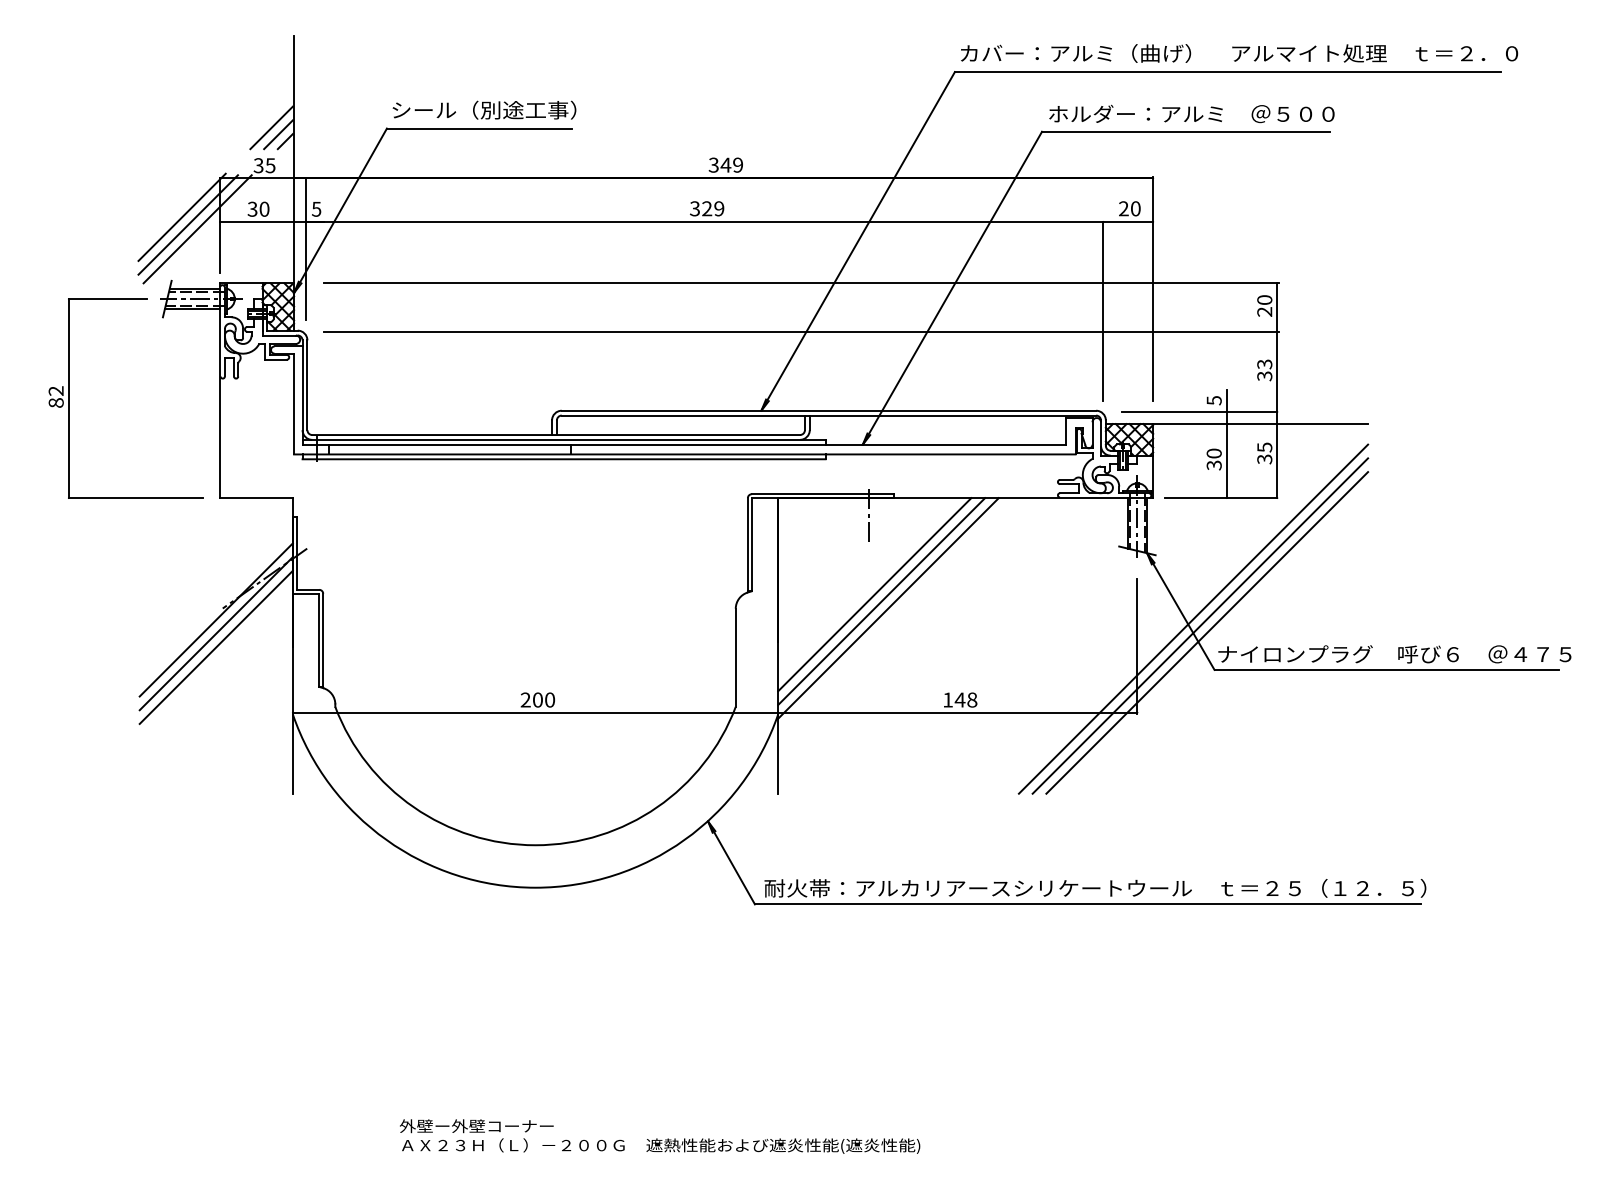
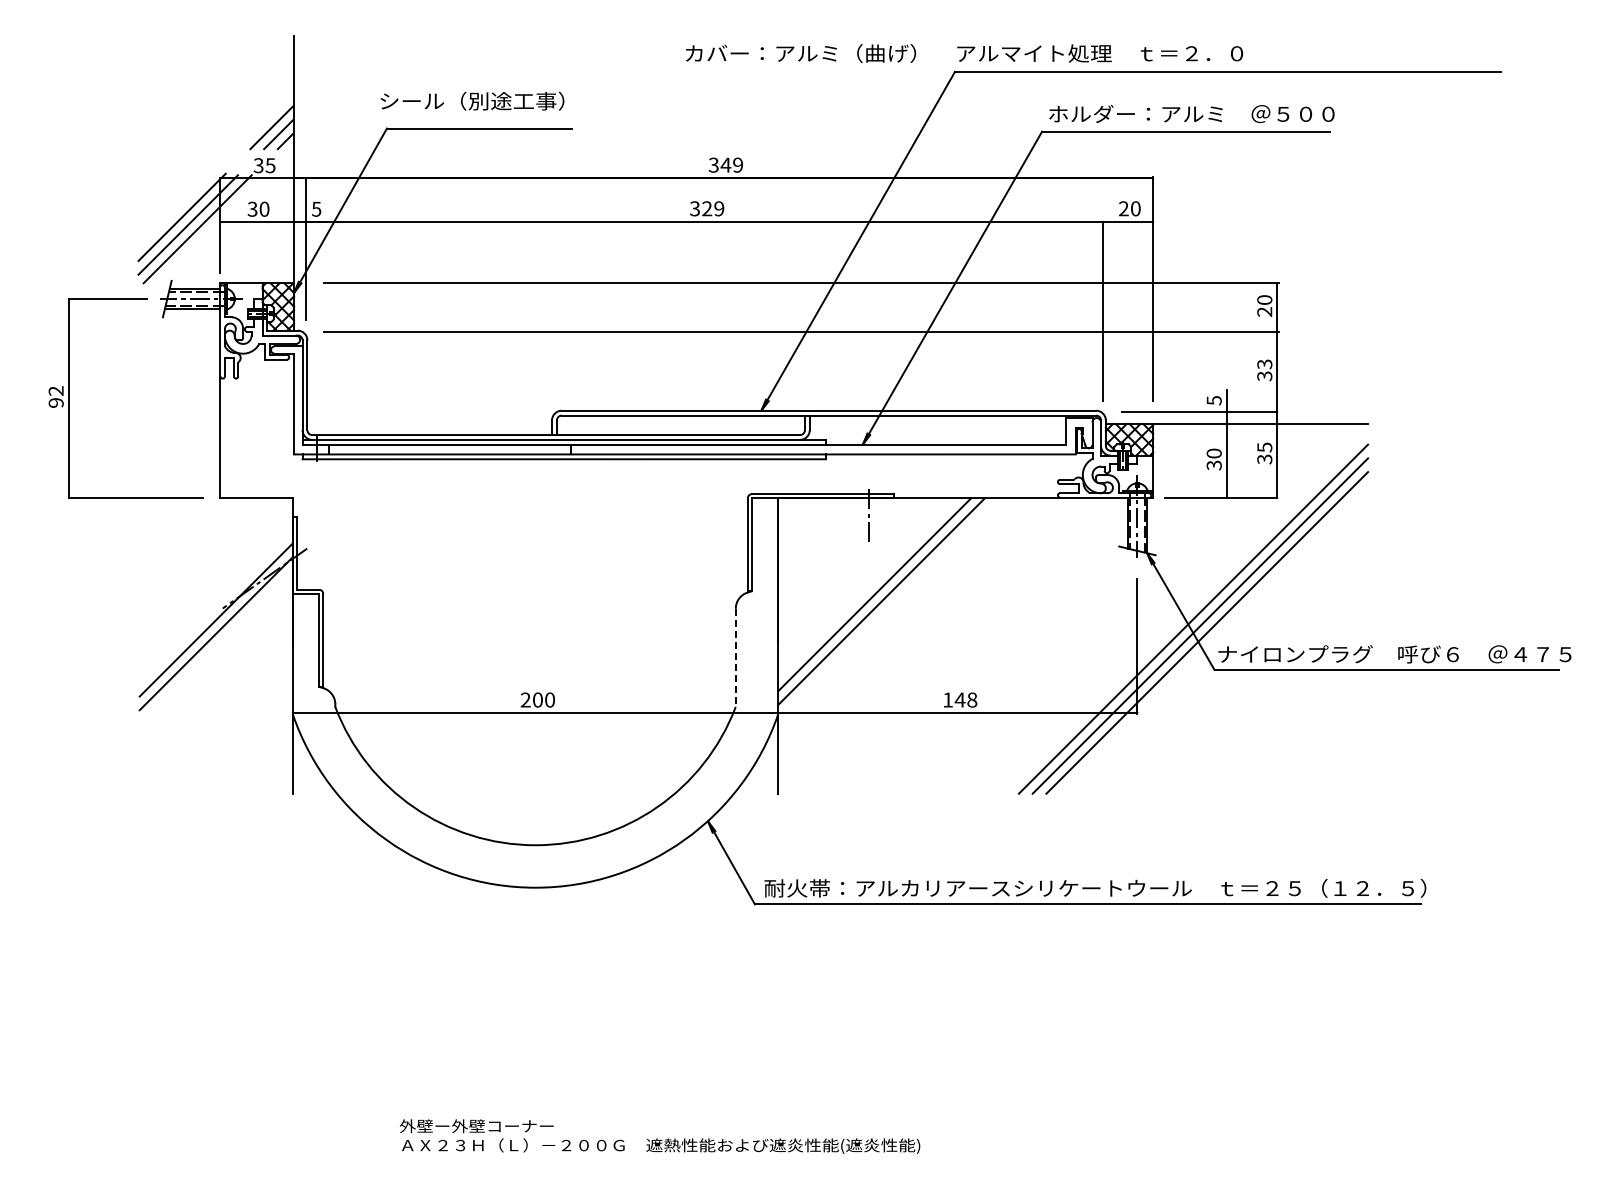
text at (1239, 53) position: (1239, 53) -> (964, 53)
text at (484, 109) position: (484, 109) -> (472, 100)
text at (55, 402): 82 -> 92
line at (888, 608): present -> none
line at (215, 646): present -> none
line at (735, 658): solid -> dashed
